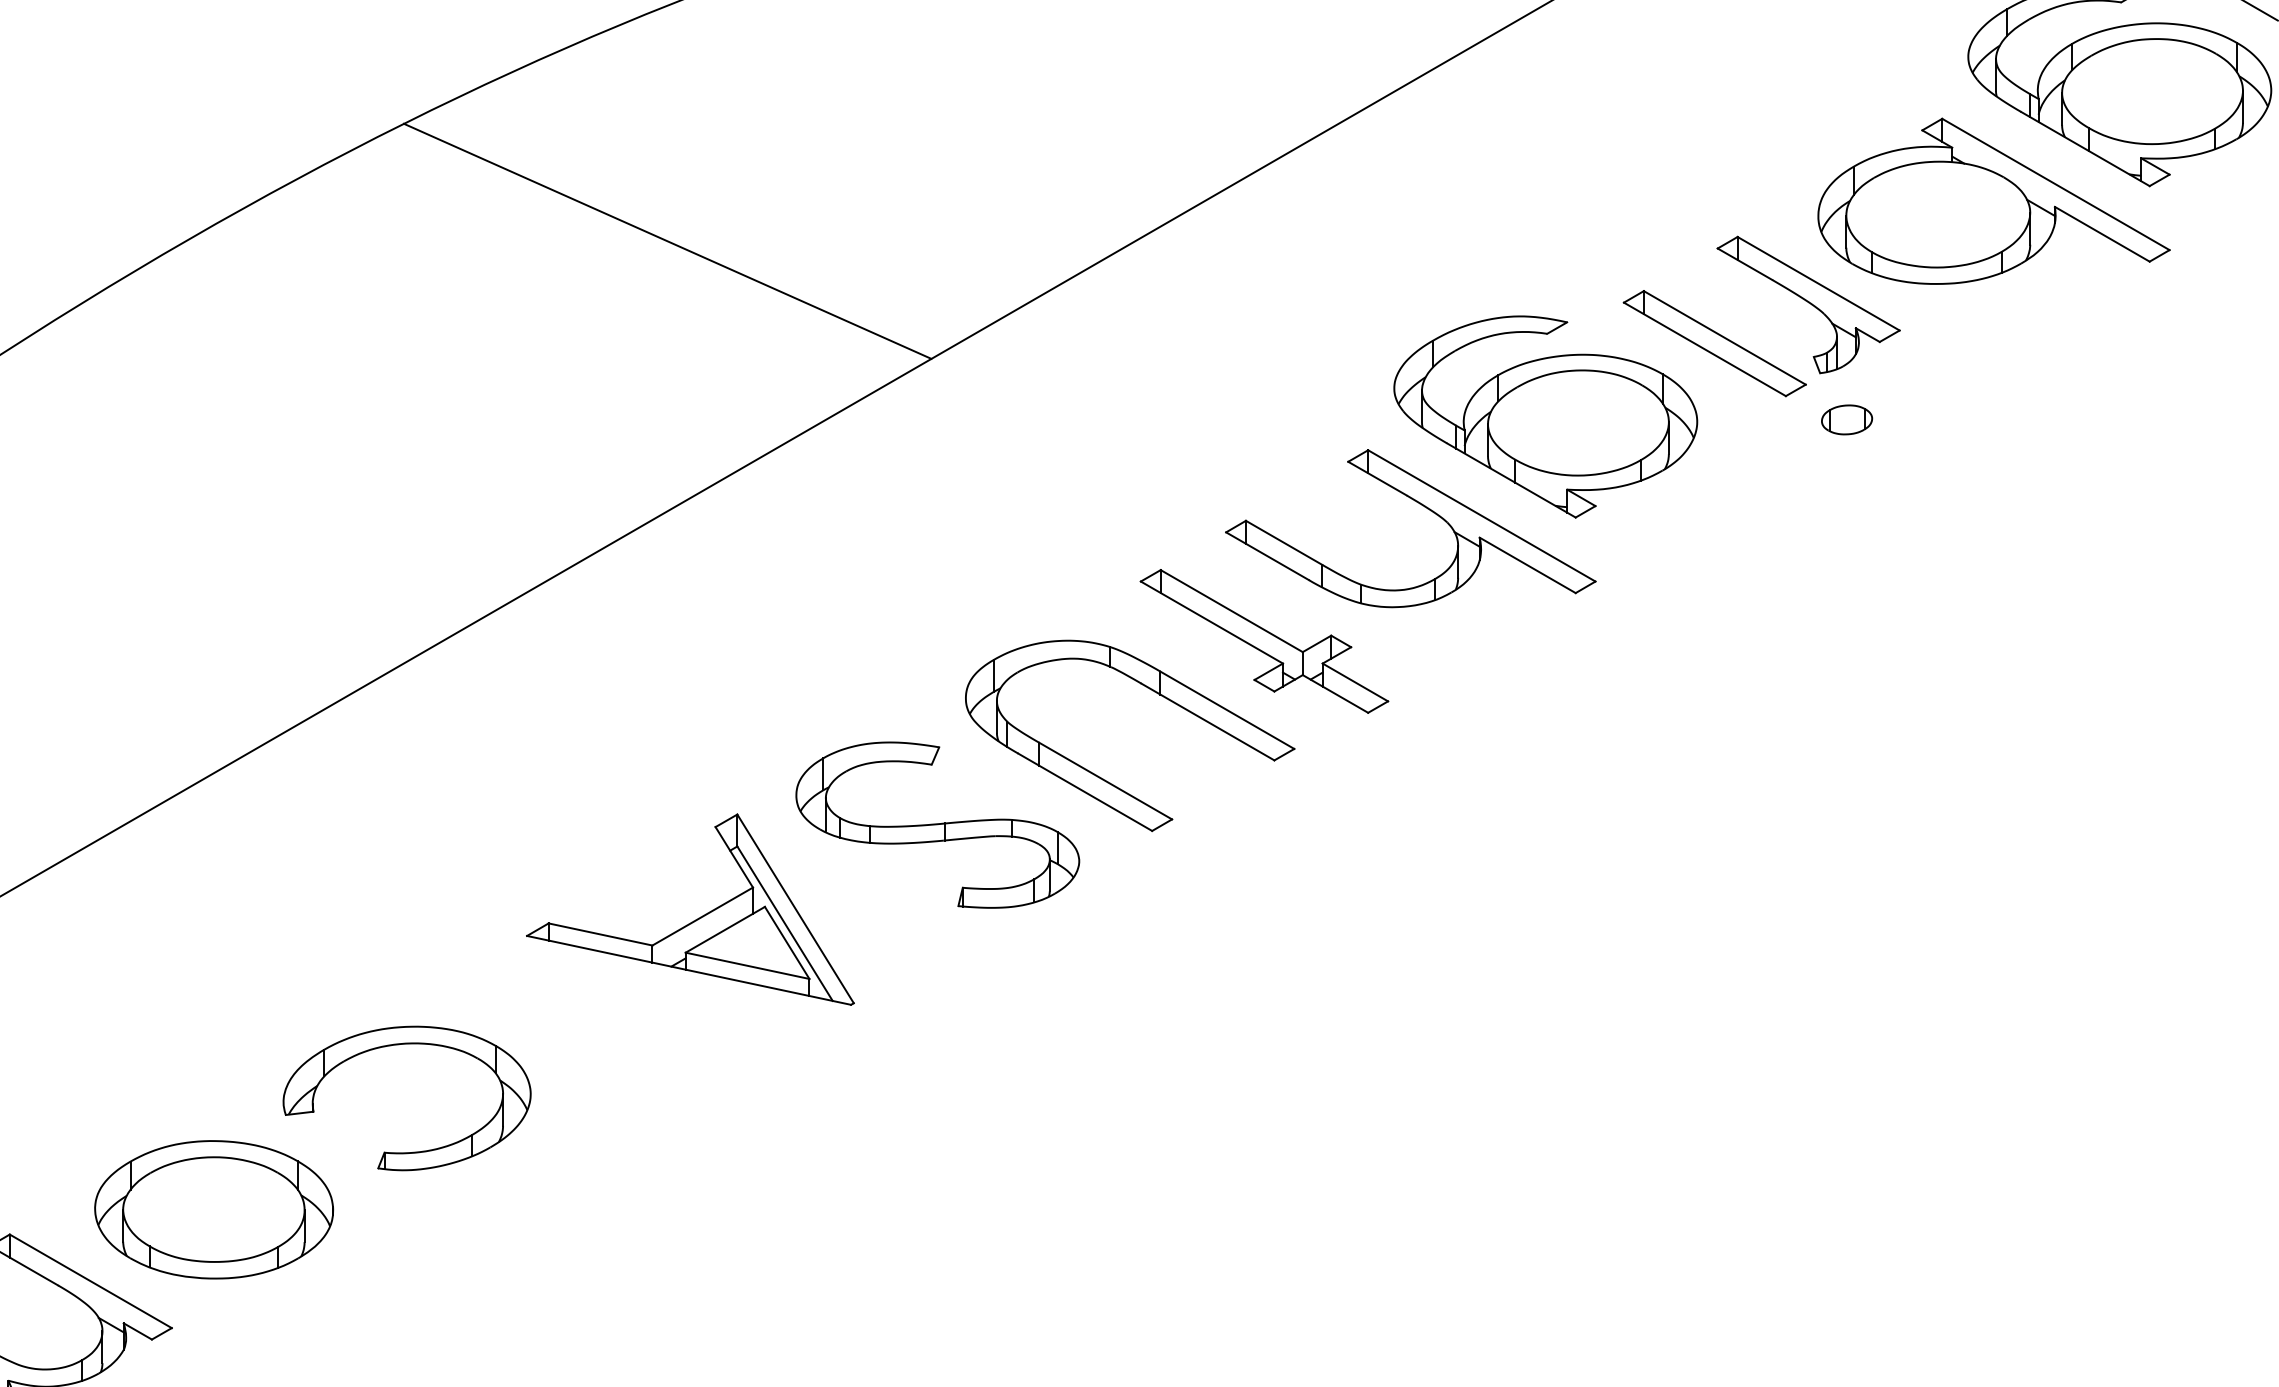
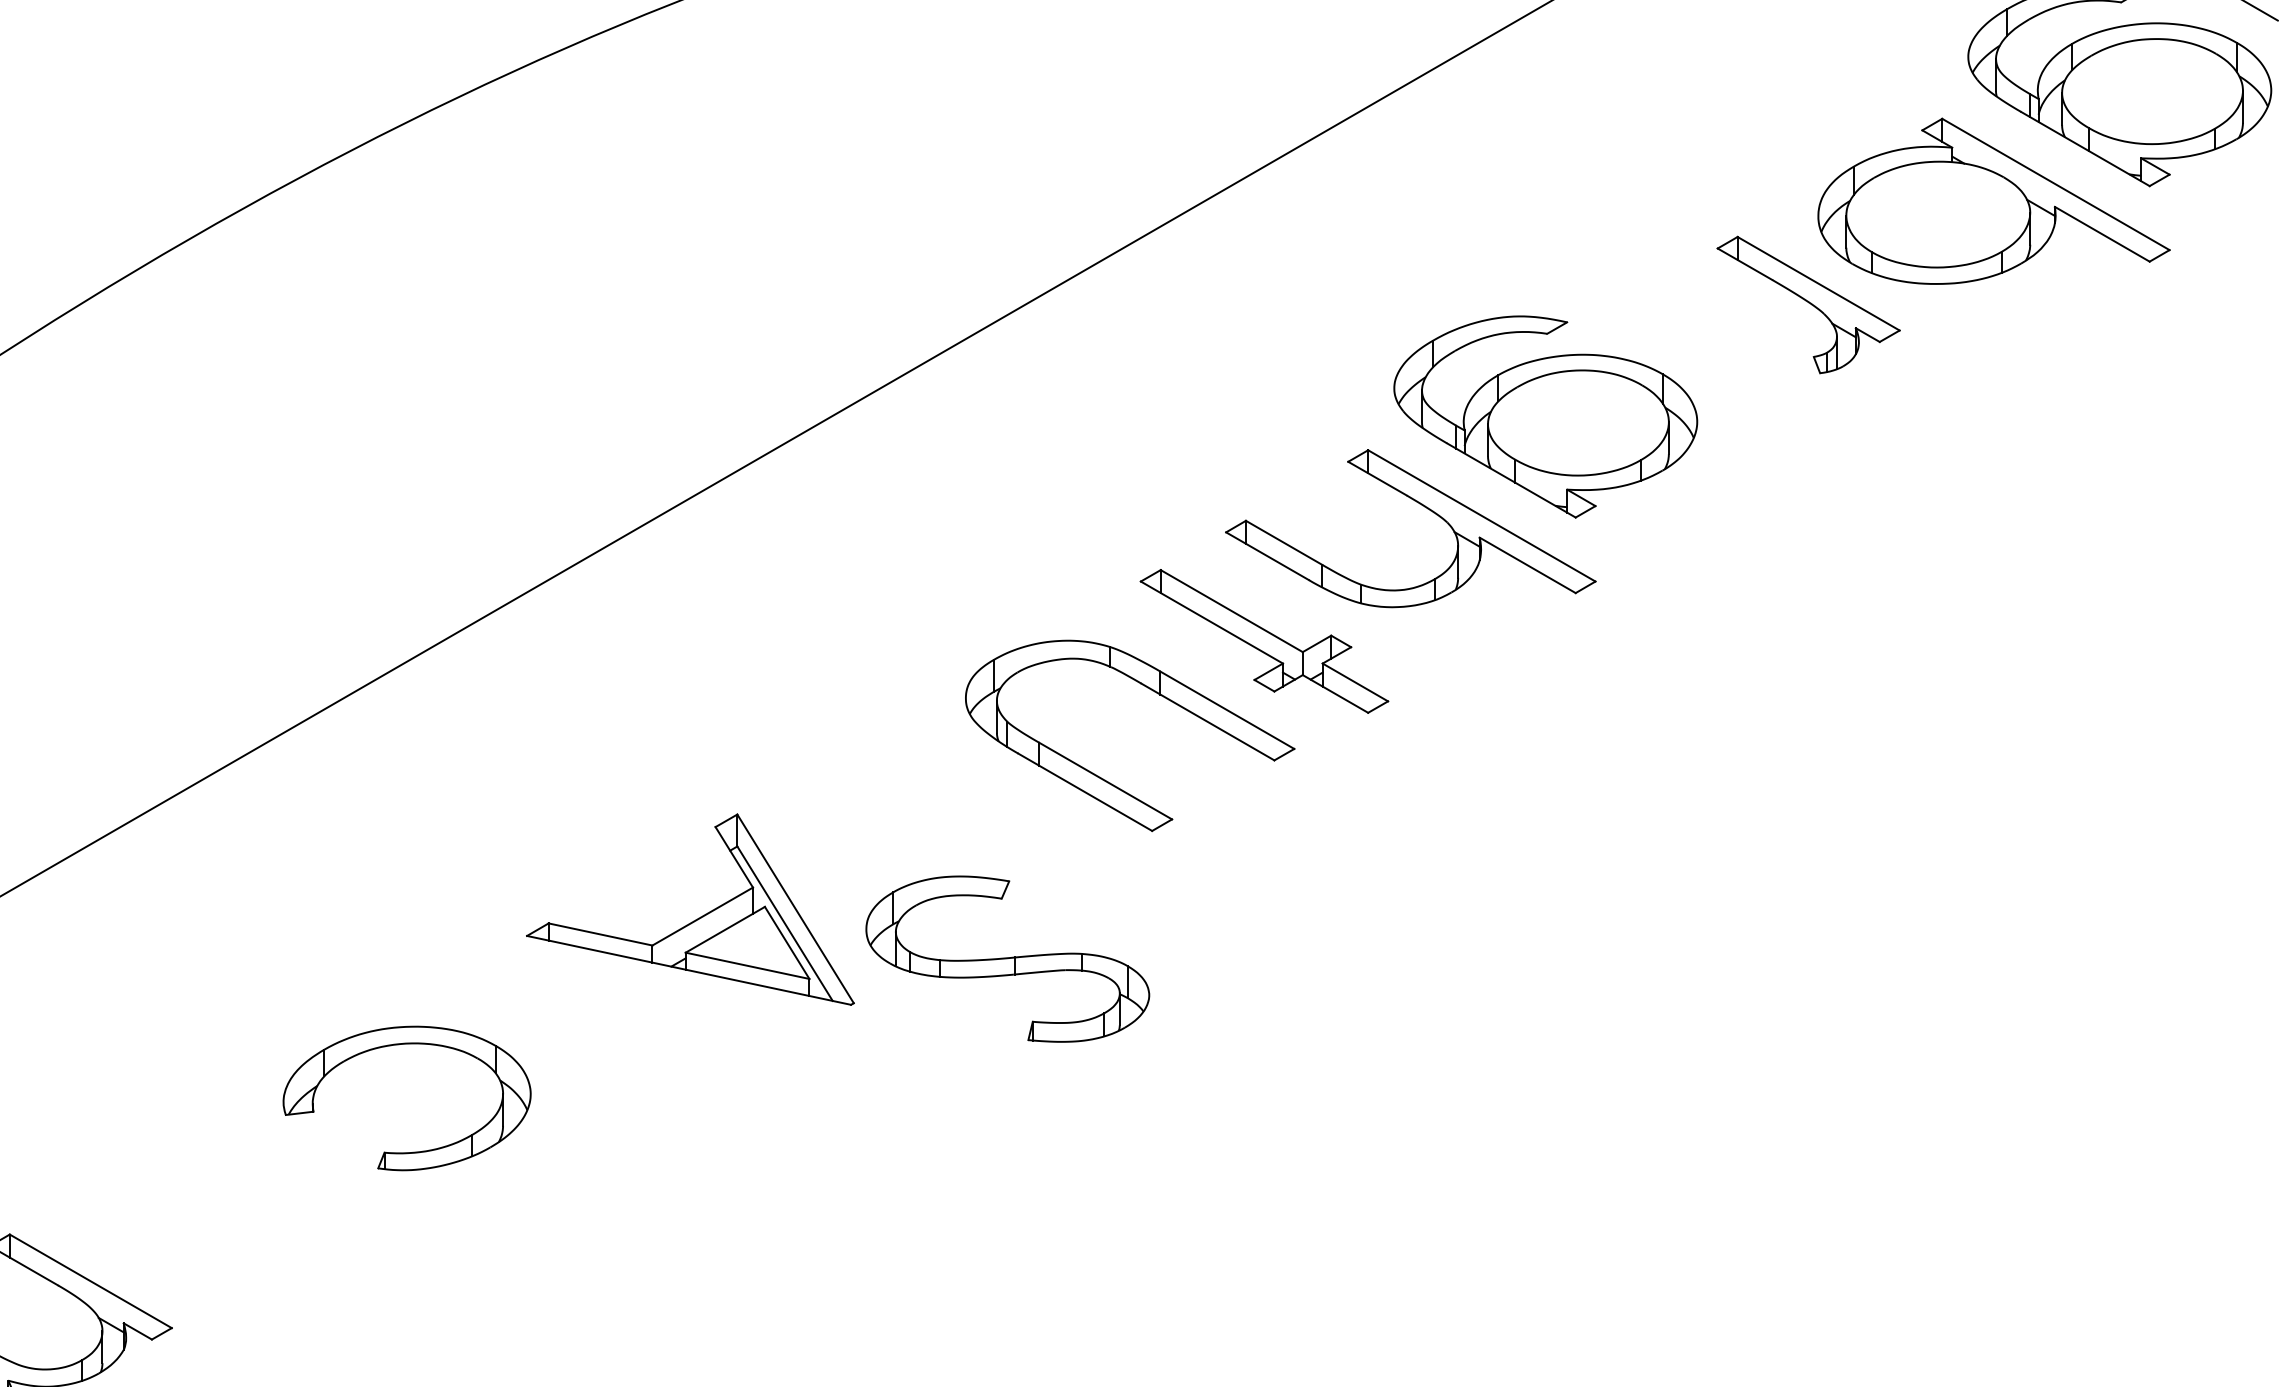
line at (667, 240): present -> none
part at (1714, 343): present -> none
part at (1847, 419): present -> none
part at (937, 824) position: (937, 824) -> (1007, 958)
part at (214, 1209): present -> none
